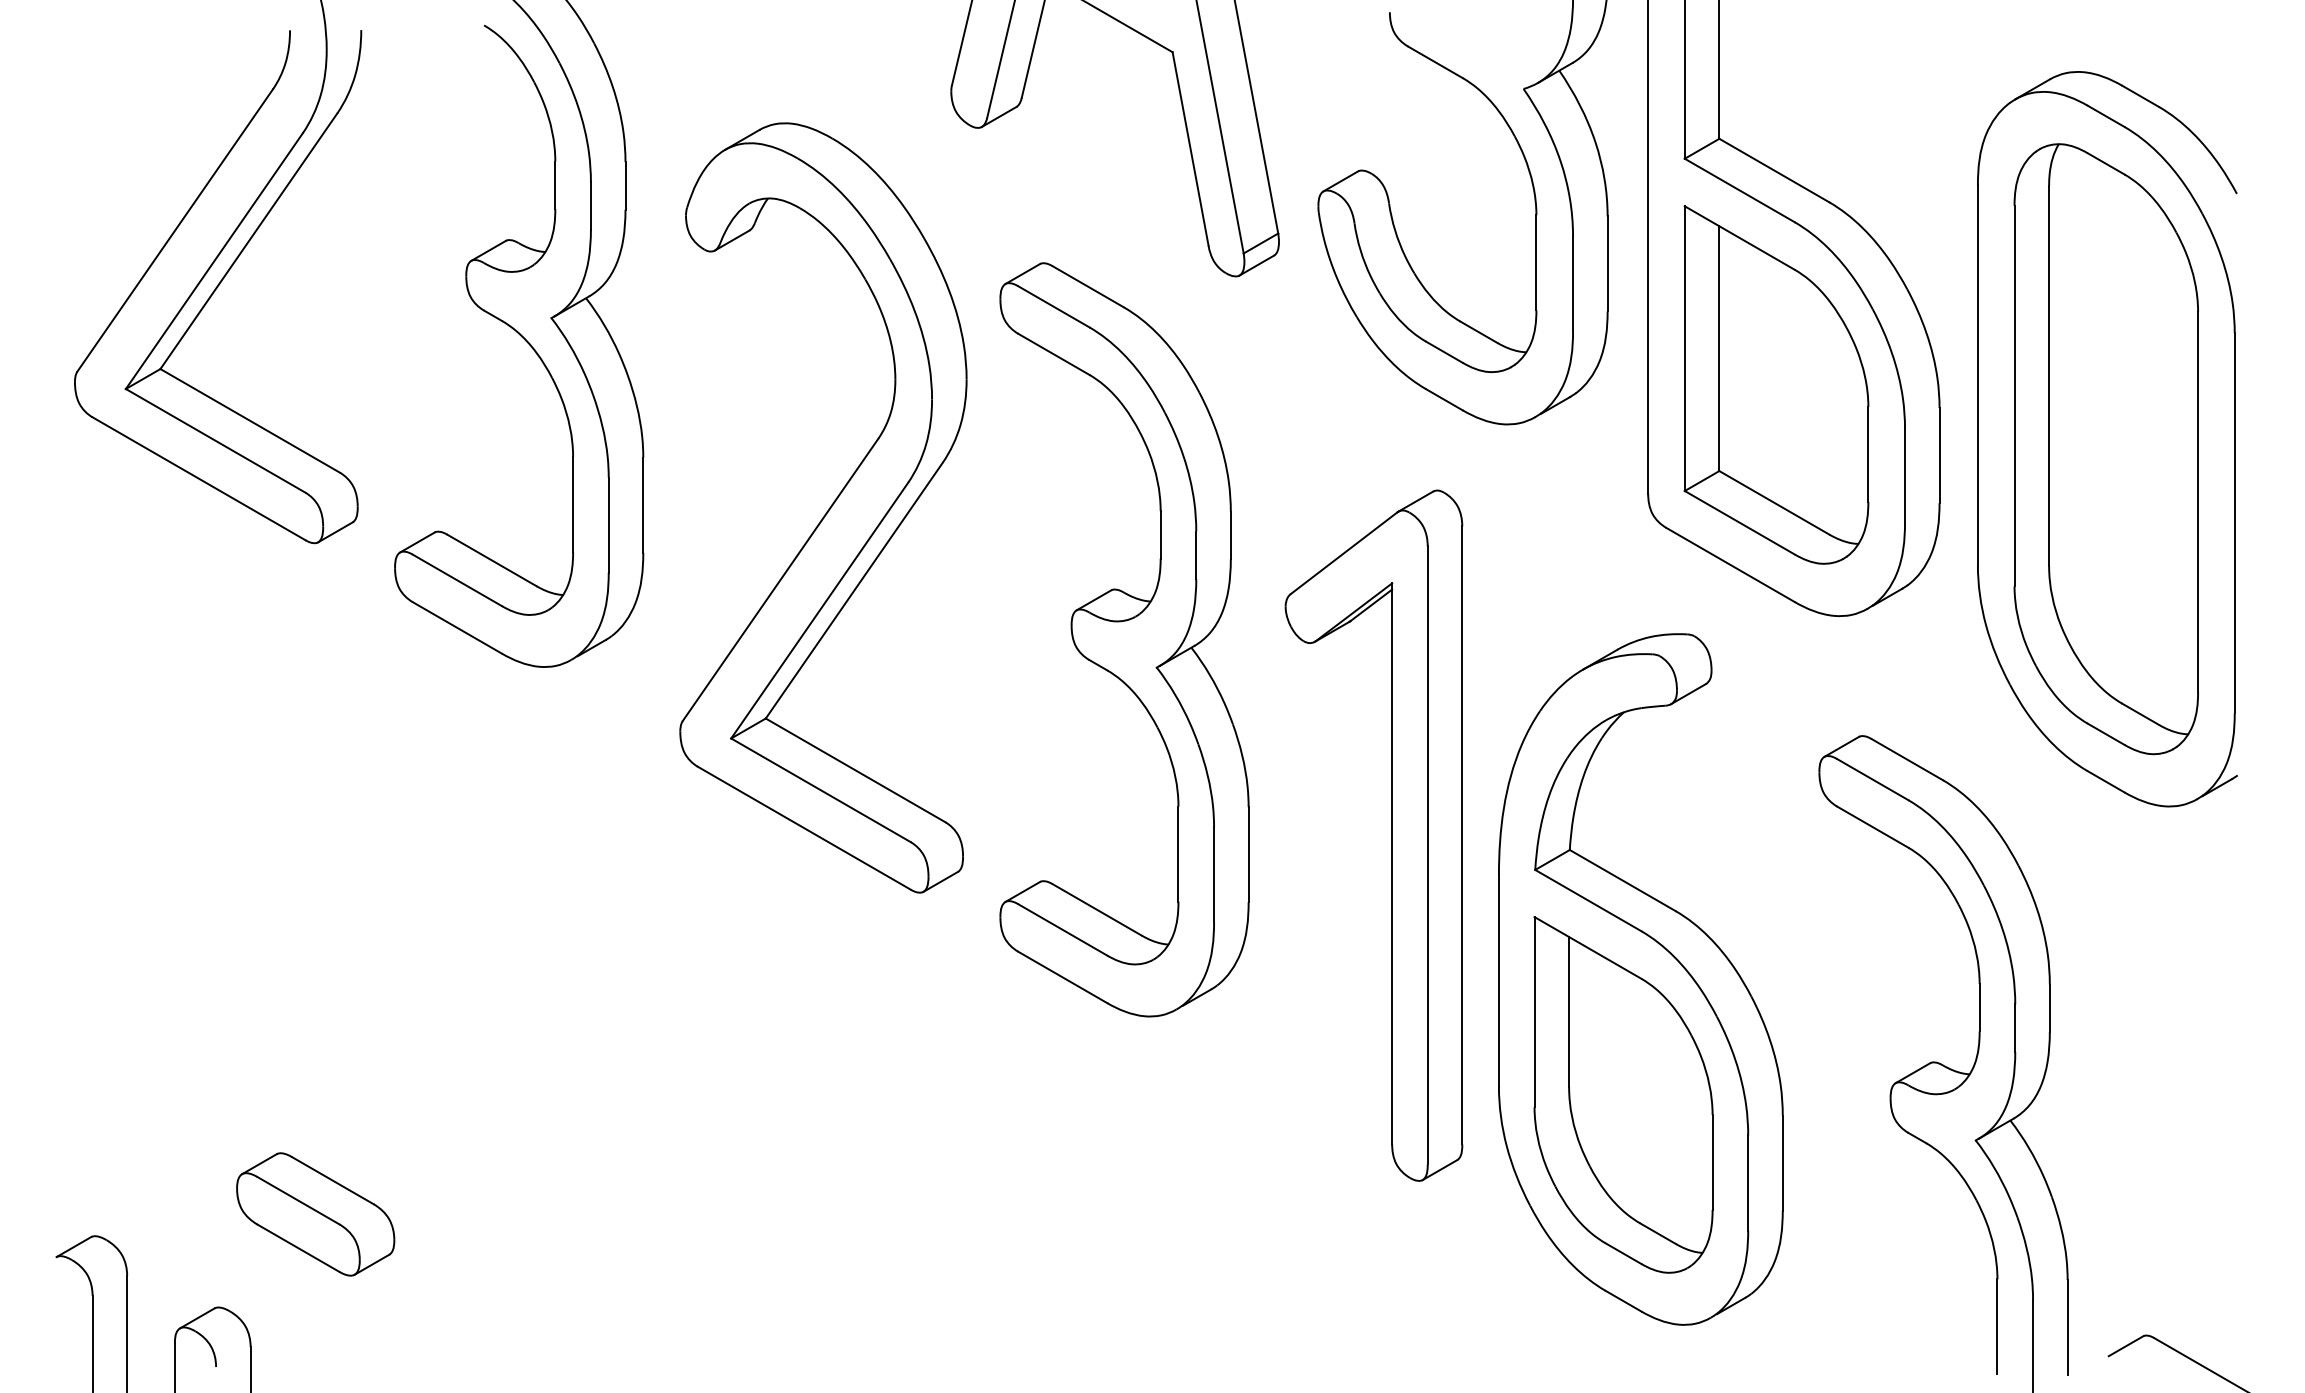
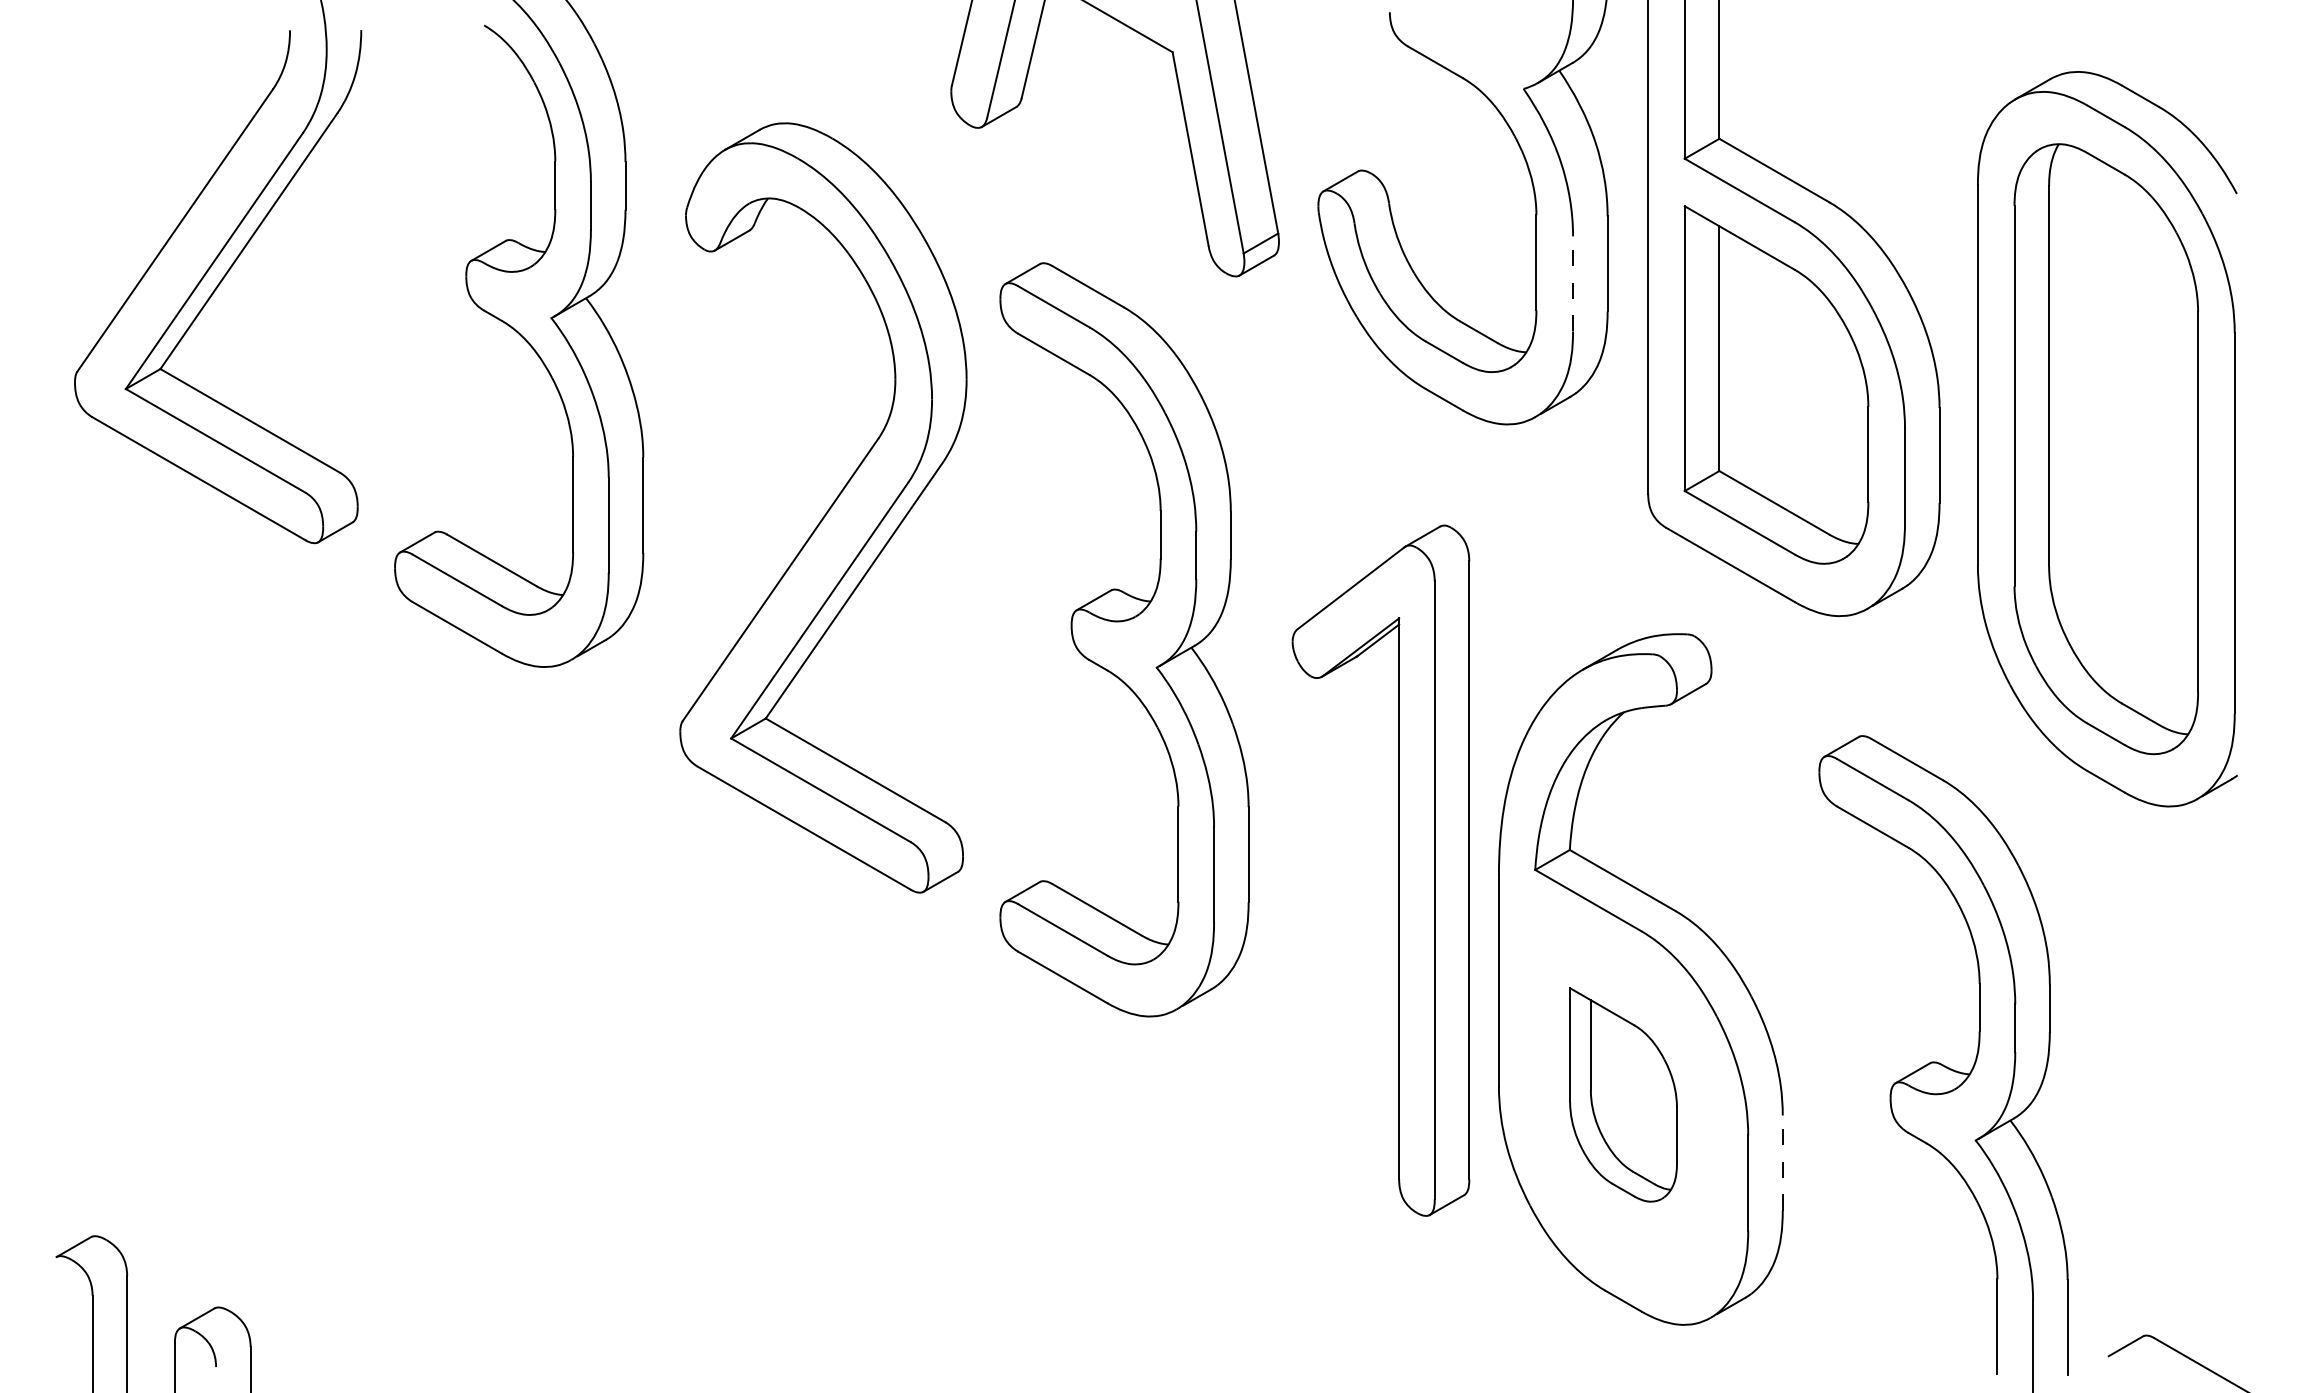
line at (1573, 283): solid -> dashed
part at (1391, 835) position: (1391, 835) -> (1398, 870)
part at (1623, 1094) size: 181x358 px -> 109x216 px
line at (1782, 1163): solid -> dashed
part at (315, 1214): present -> none
